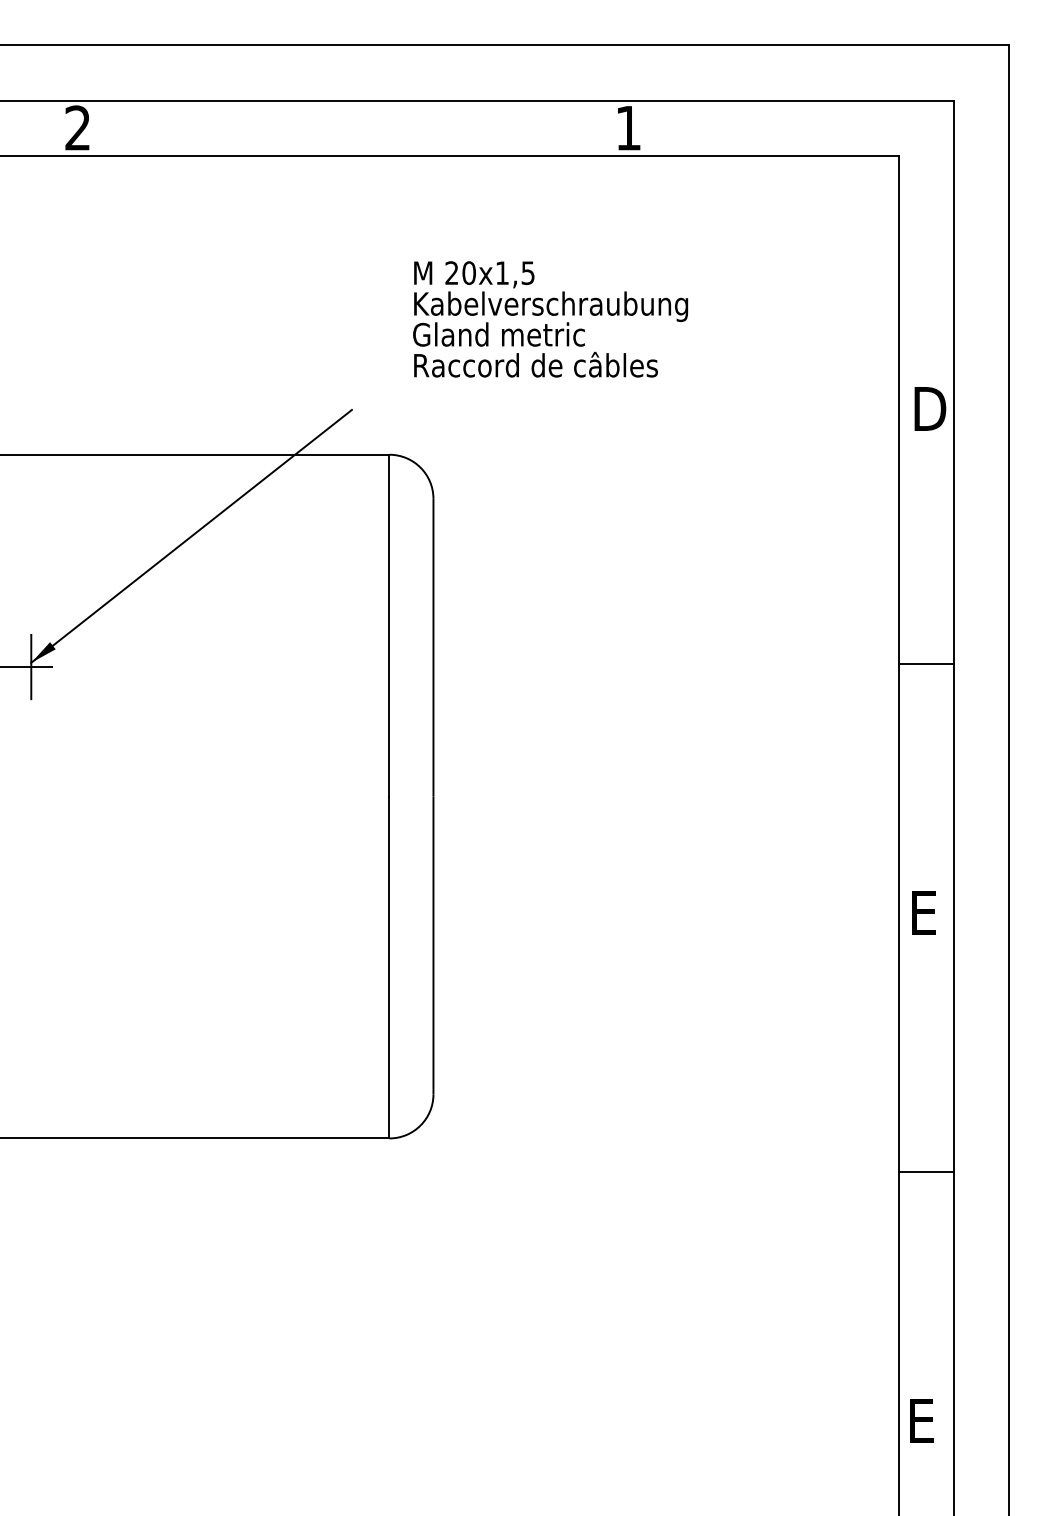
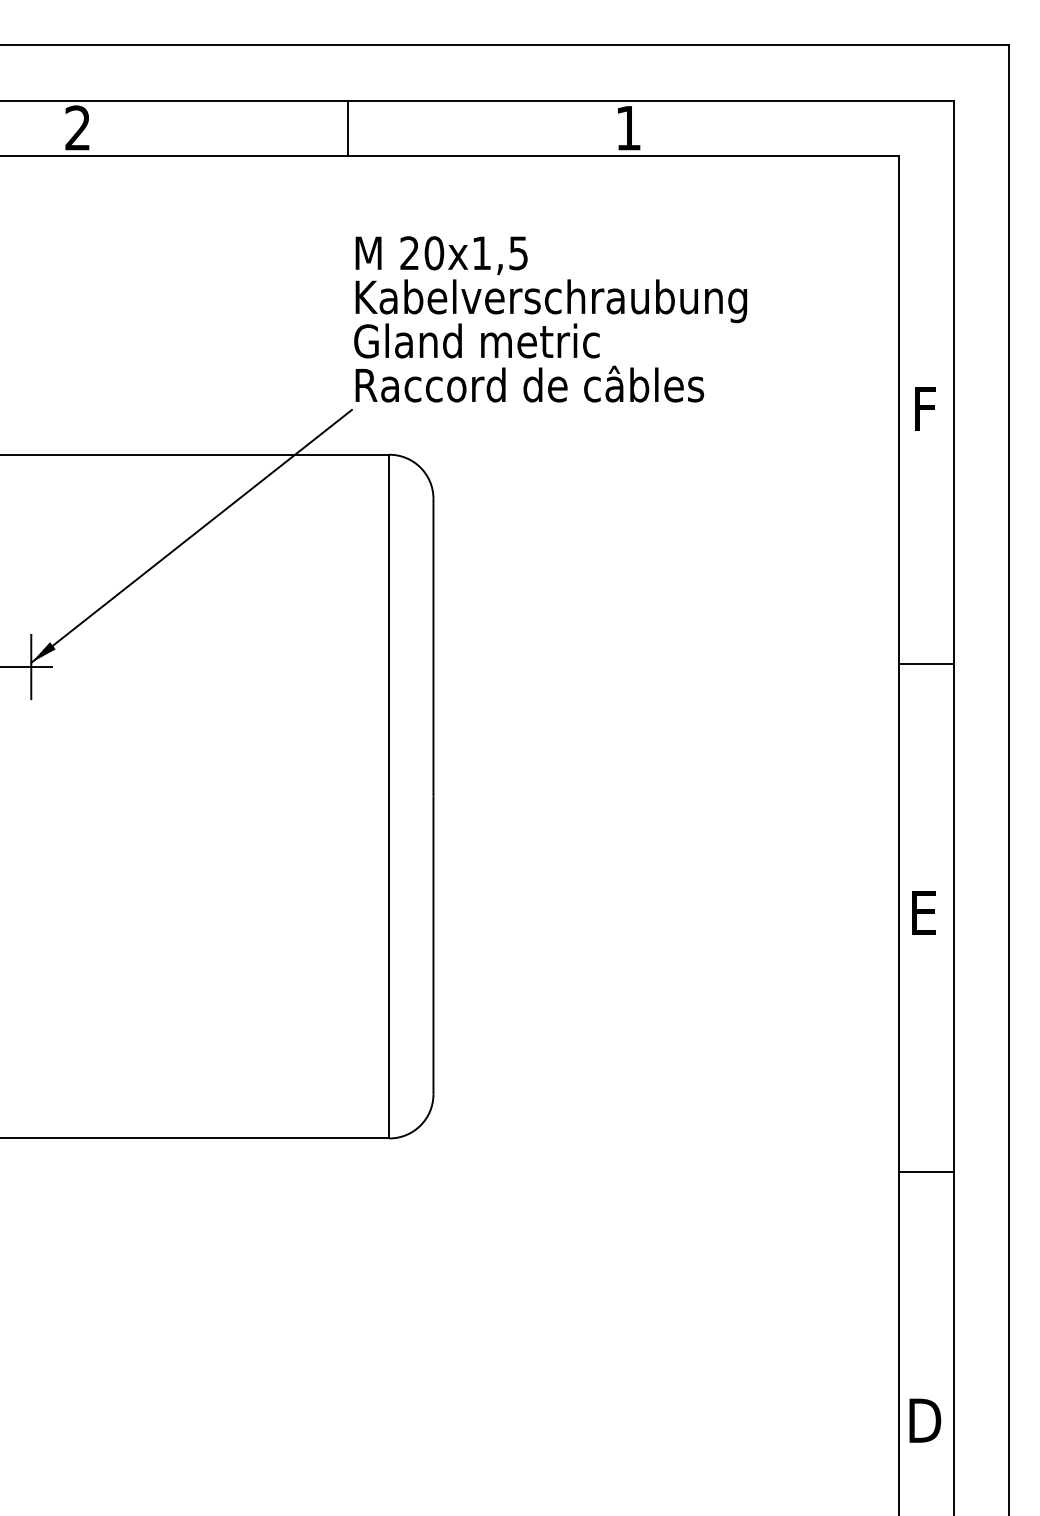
line at (347, 127): none -> present
part at (550, 319) size: 276x117 px -> 393x167 px
text at (930, 408): D -> F
text at (925, 1420): E -> D
